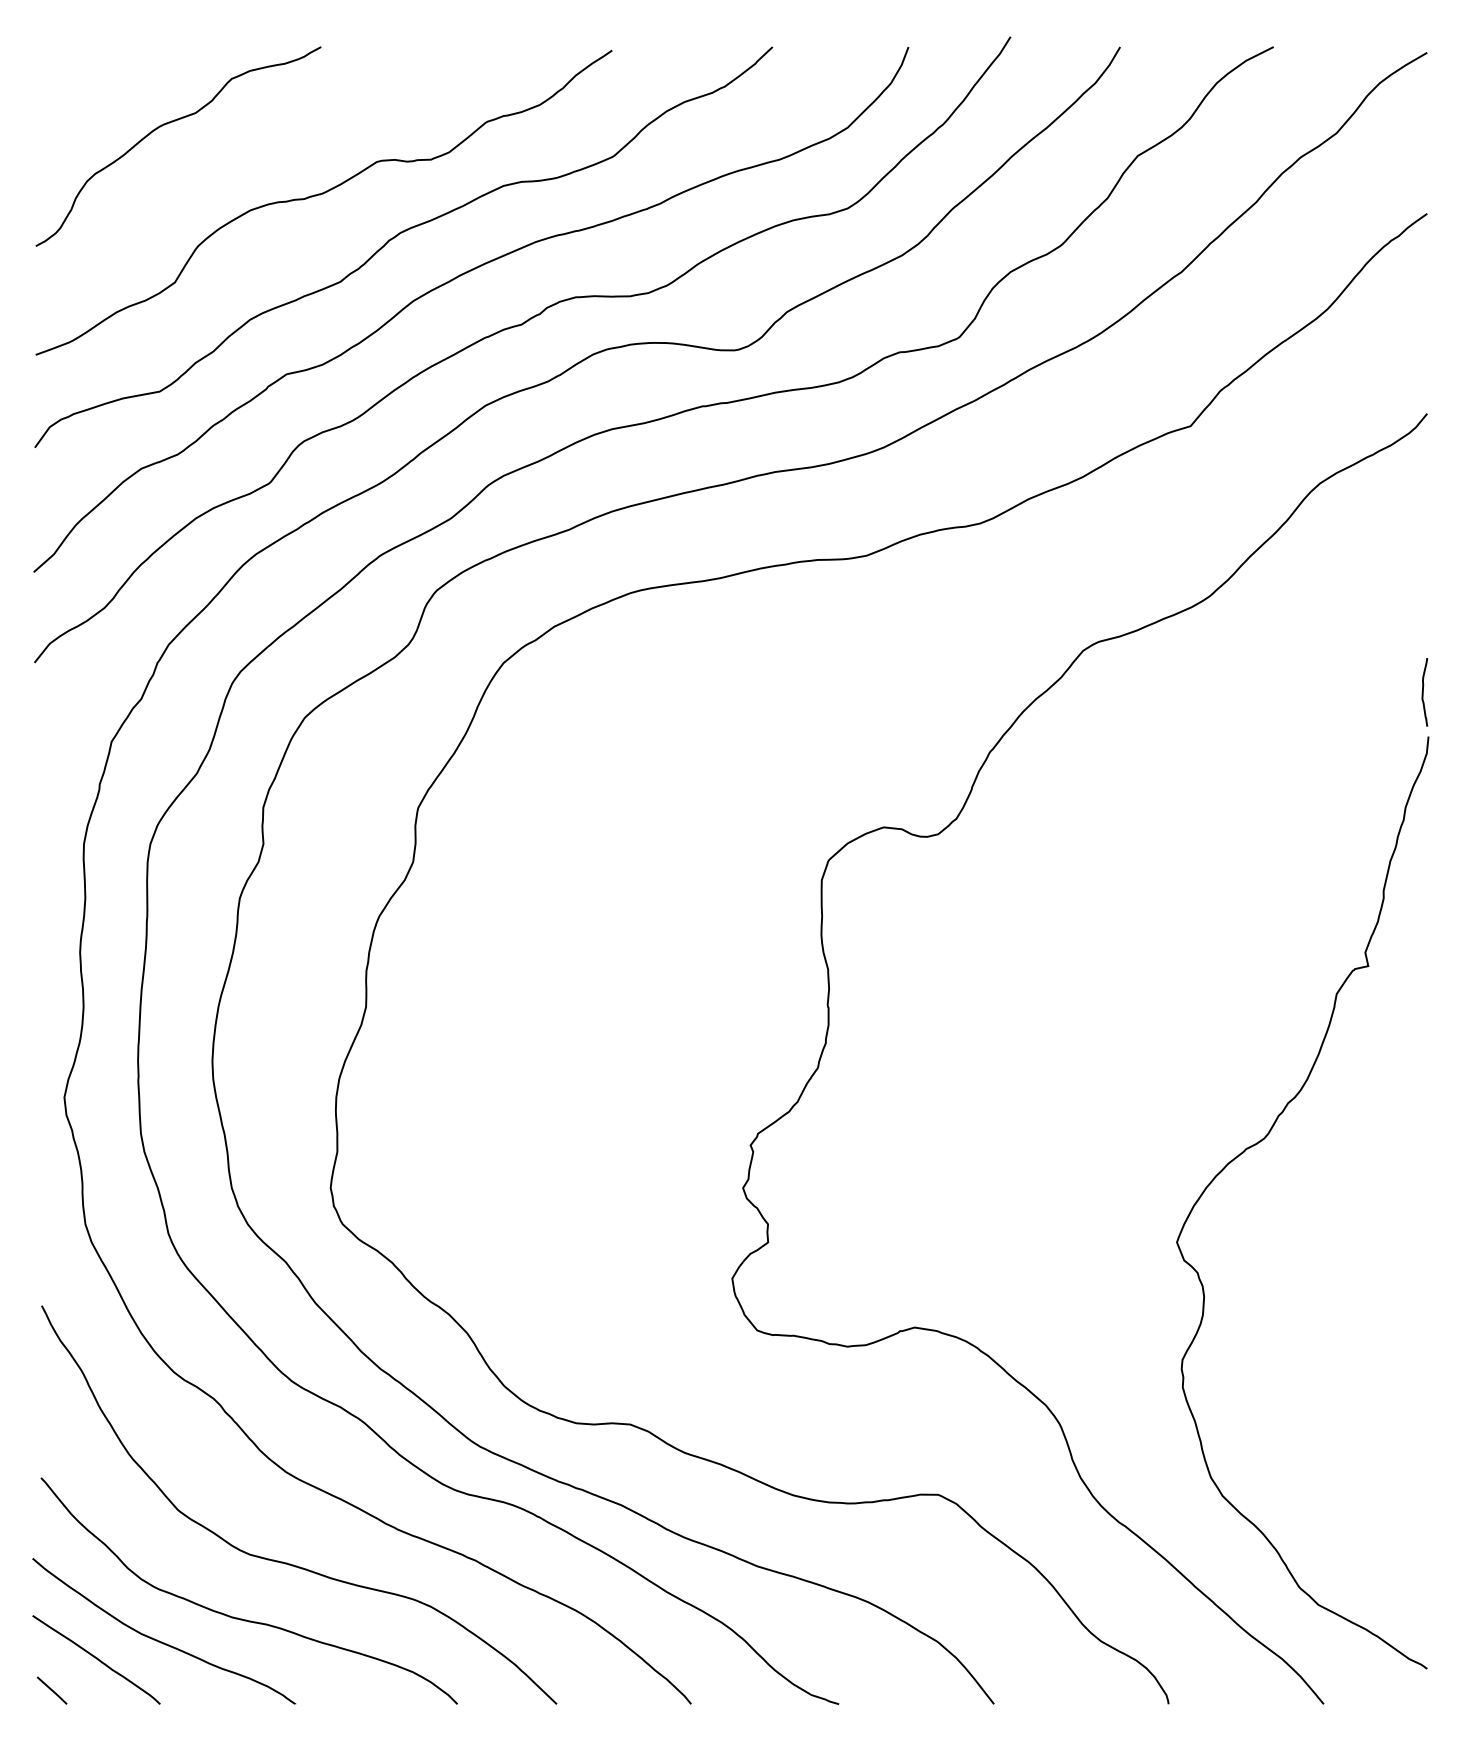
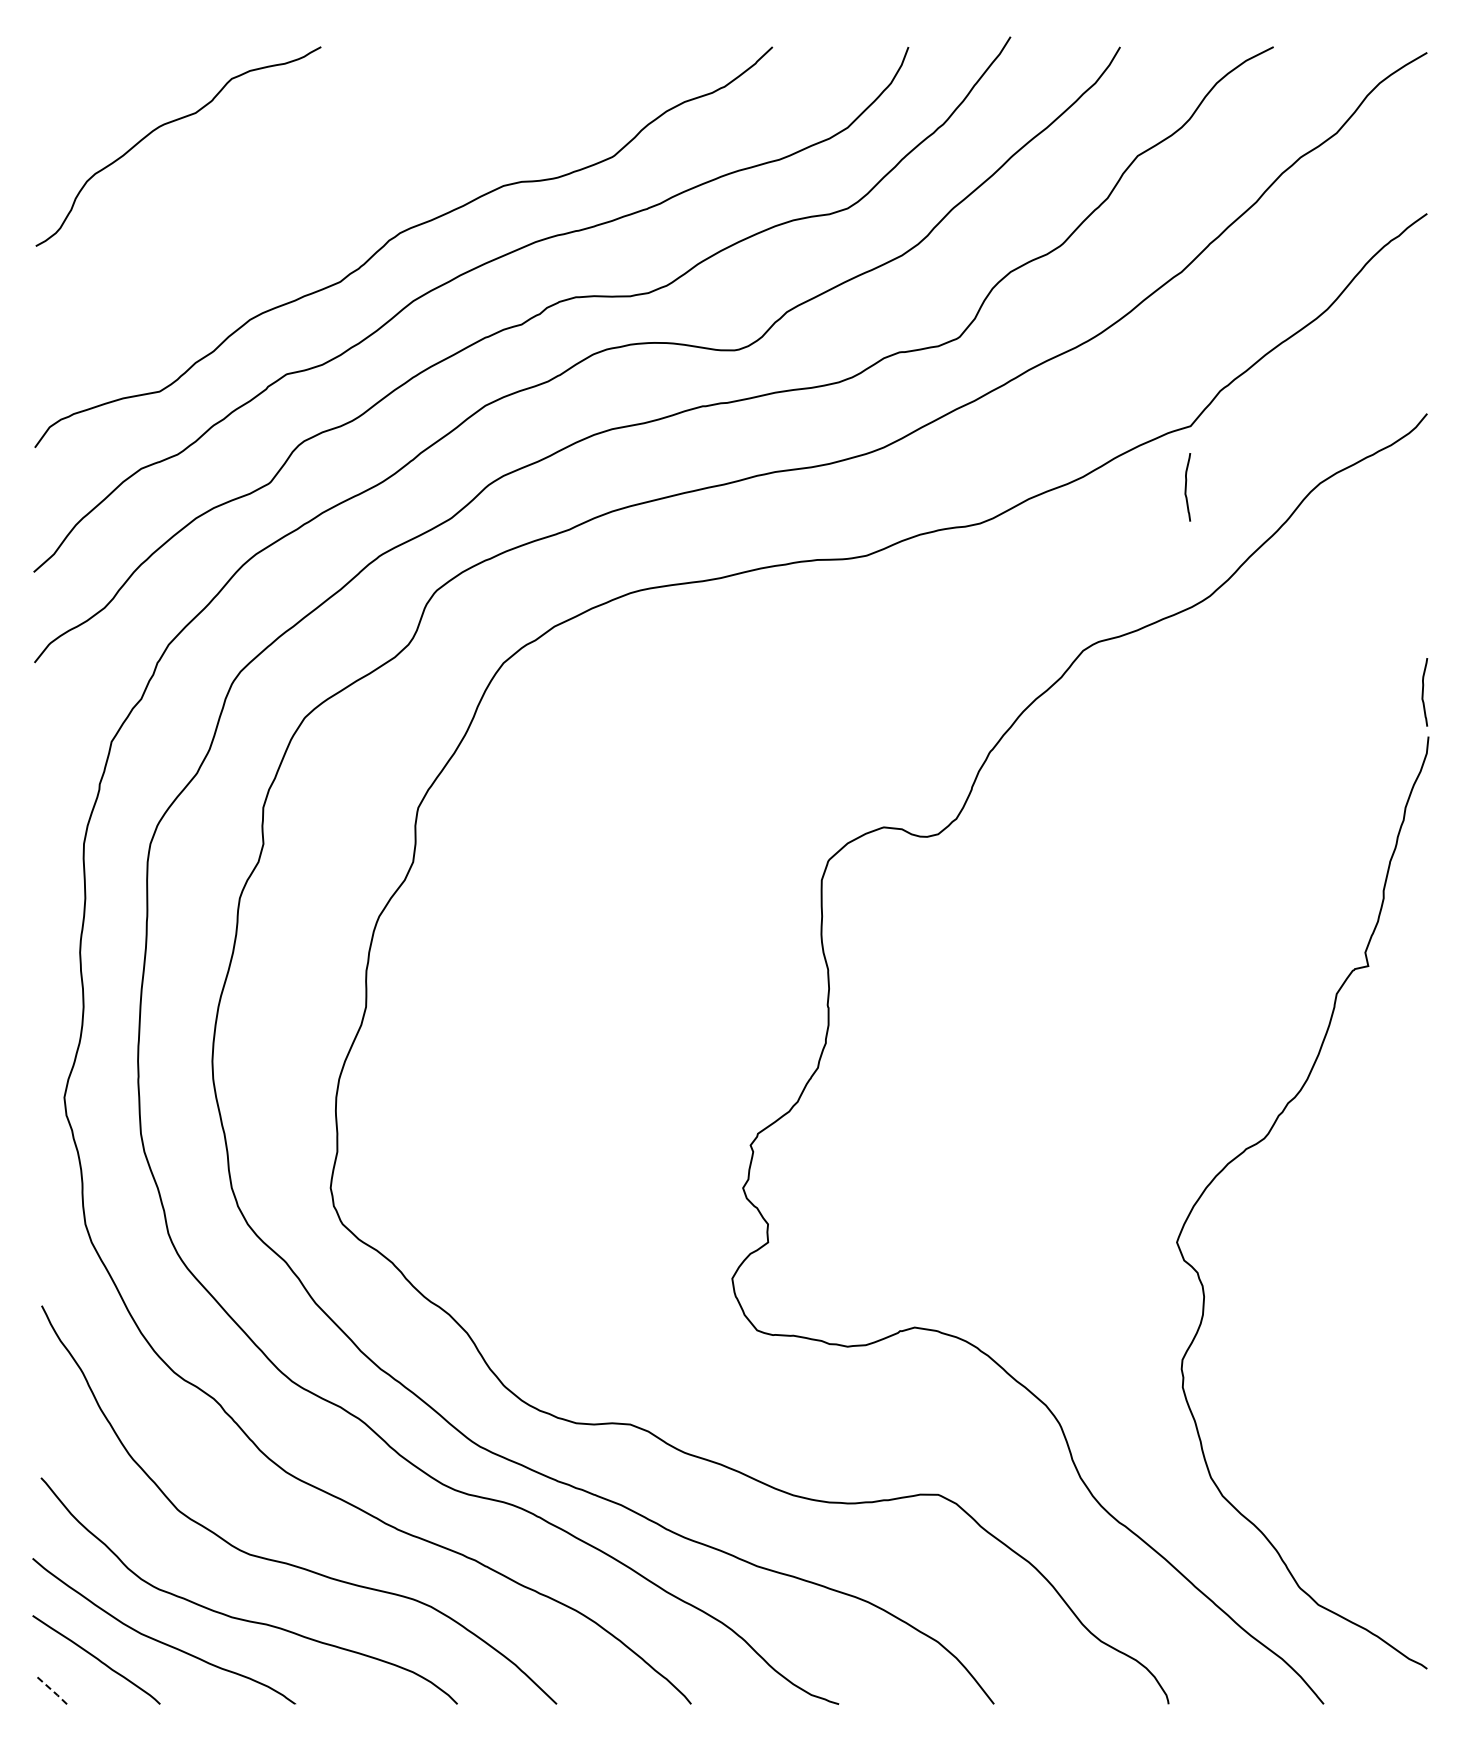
curve at (320, 195): present -> none
curve at (1186, 487): none -> present
line at (52, 1690): solid -> dashed
